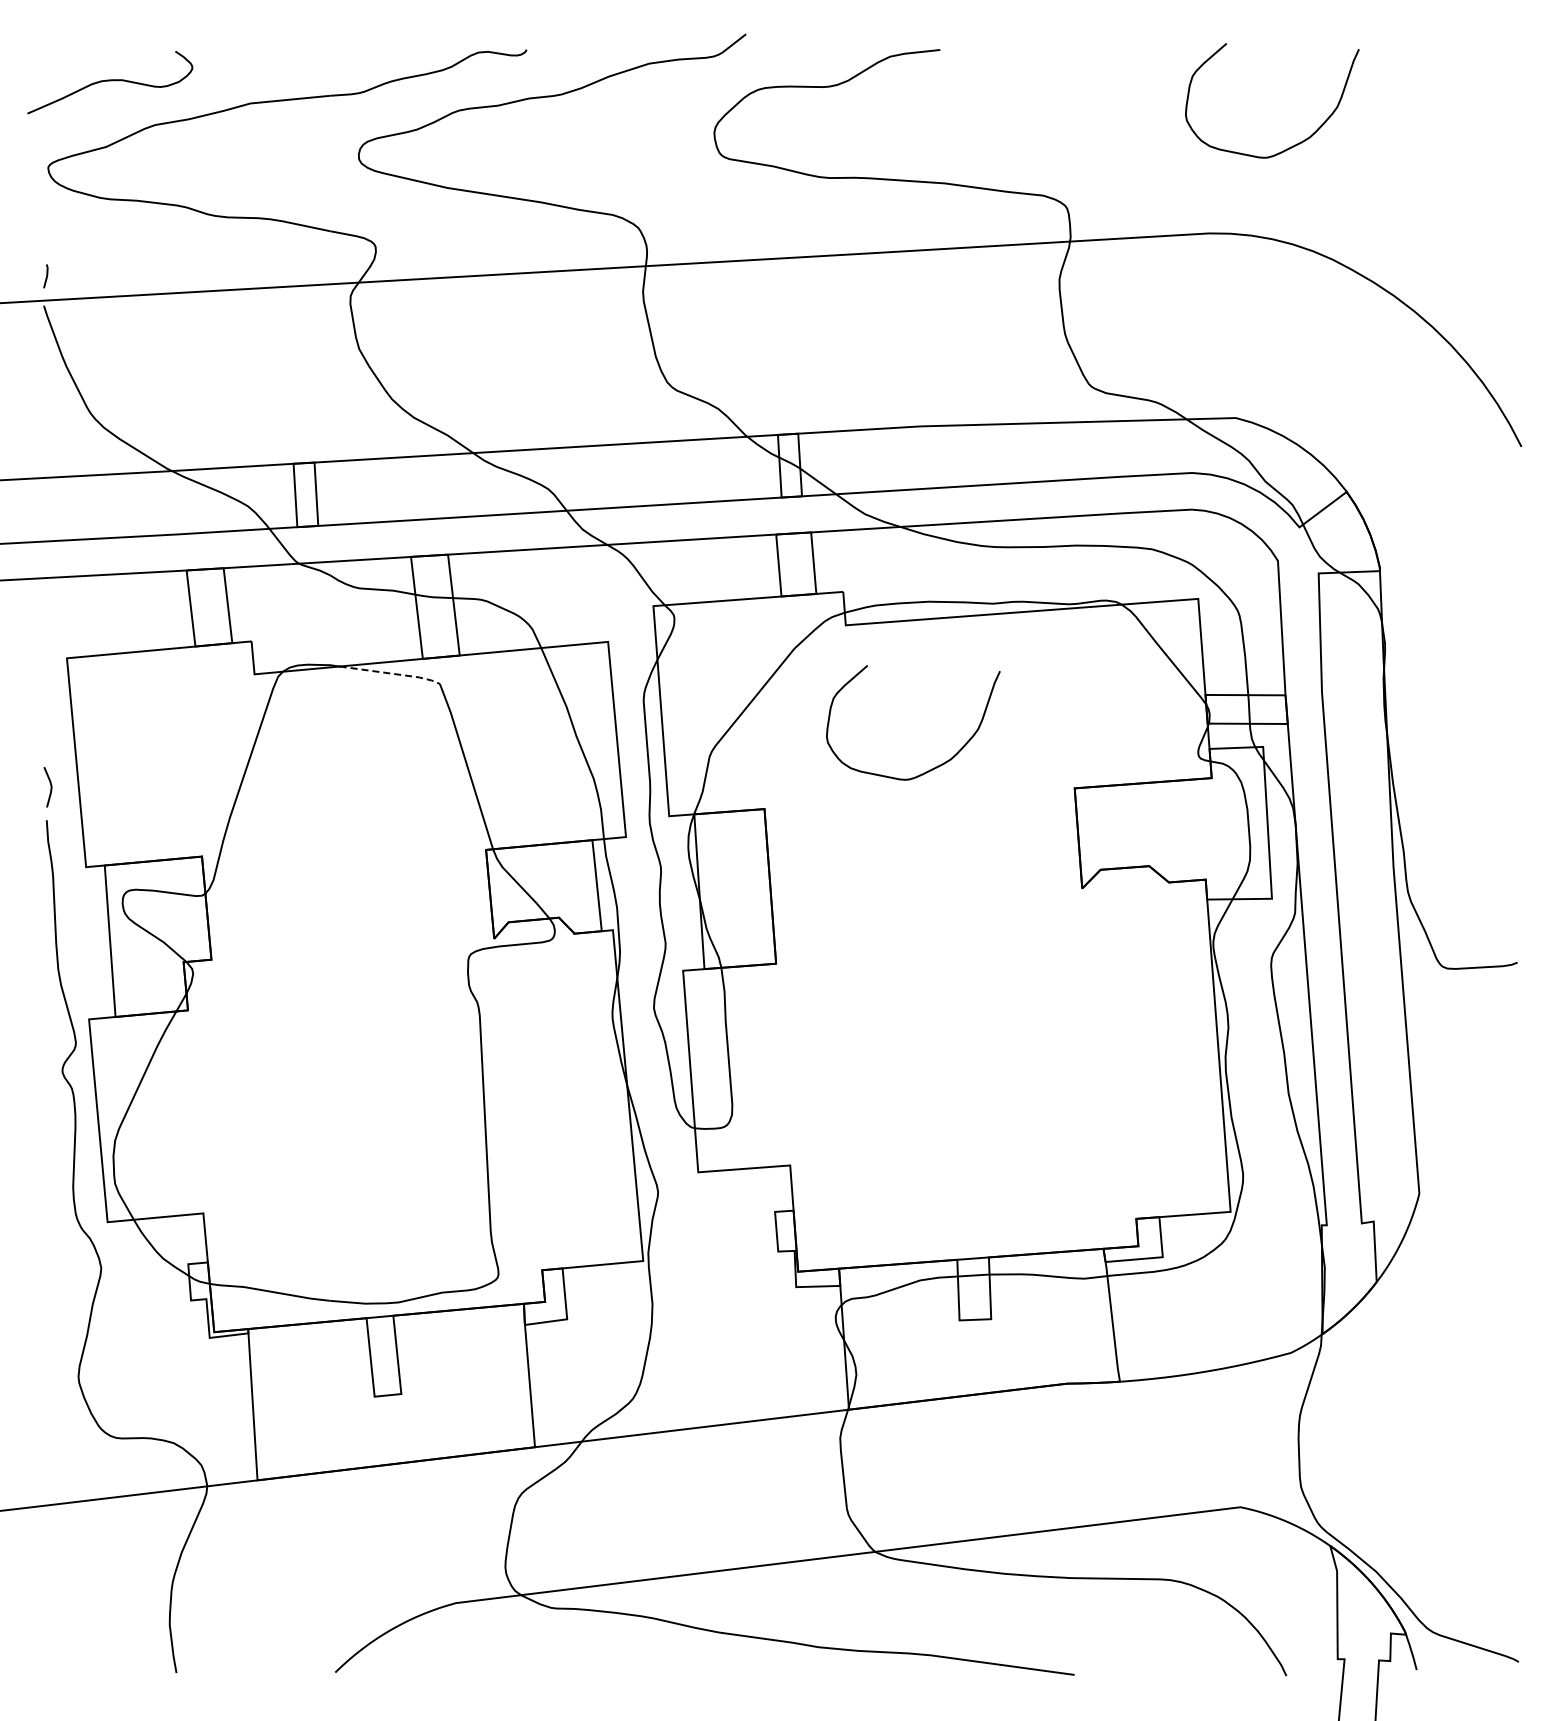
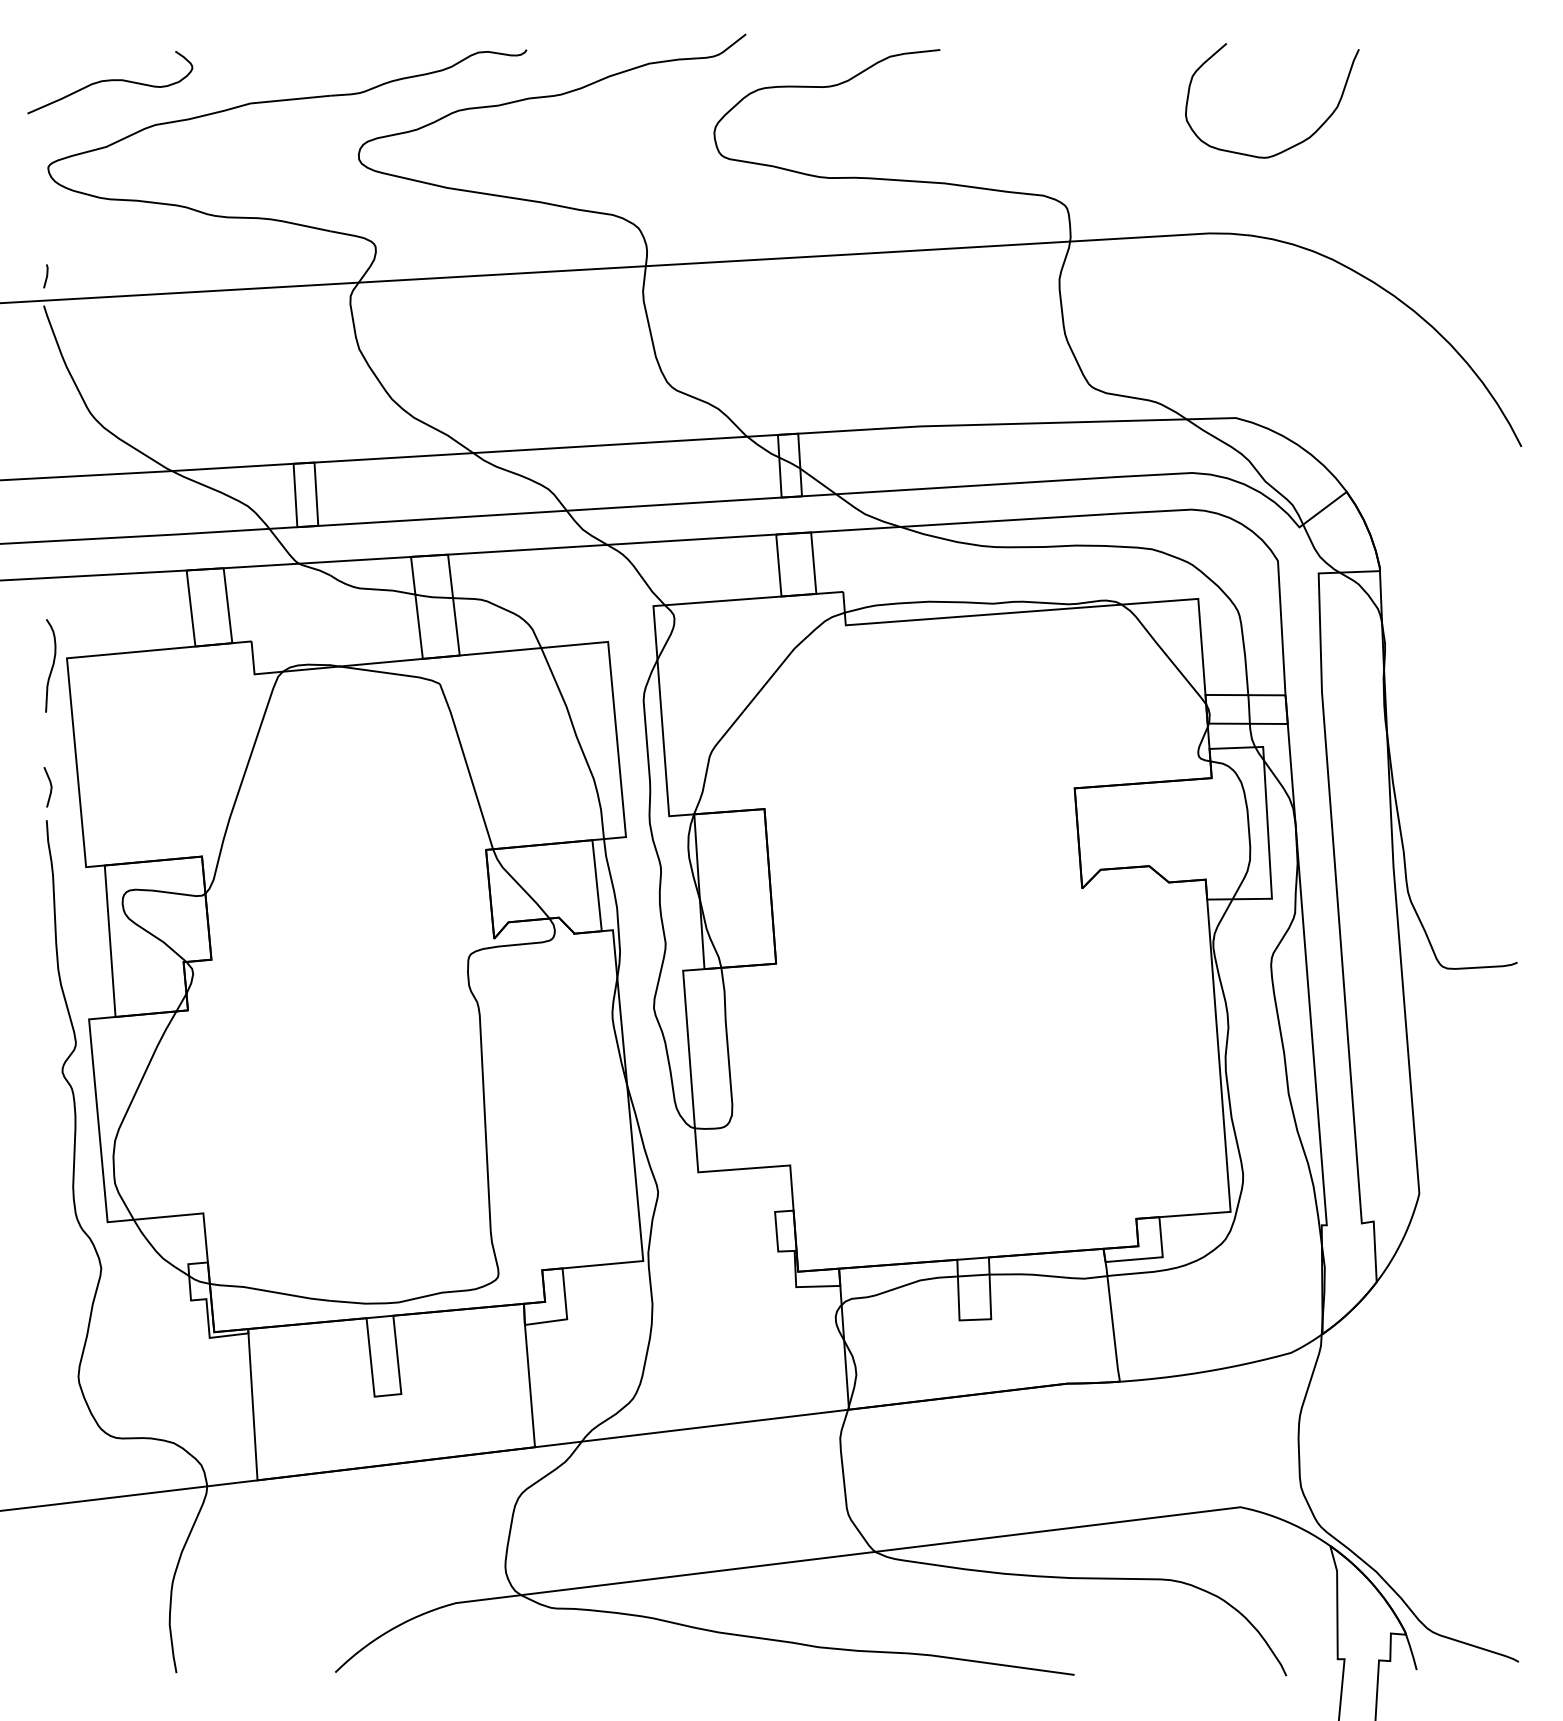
curve at (51, 666): none -> present
line at (391, 673): dashed -> solid
curve at (936, 766): present -> none
